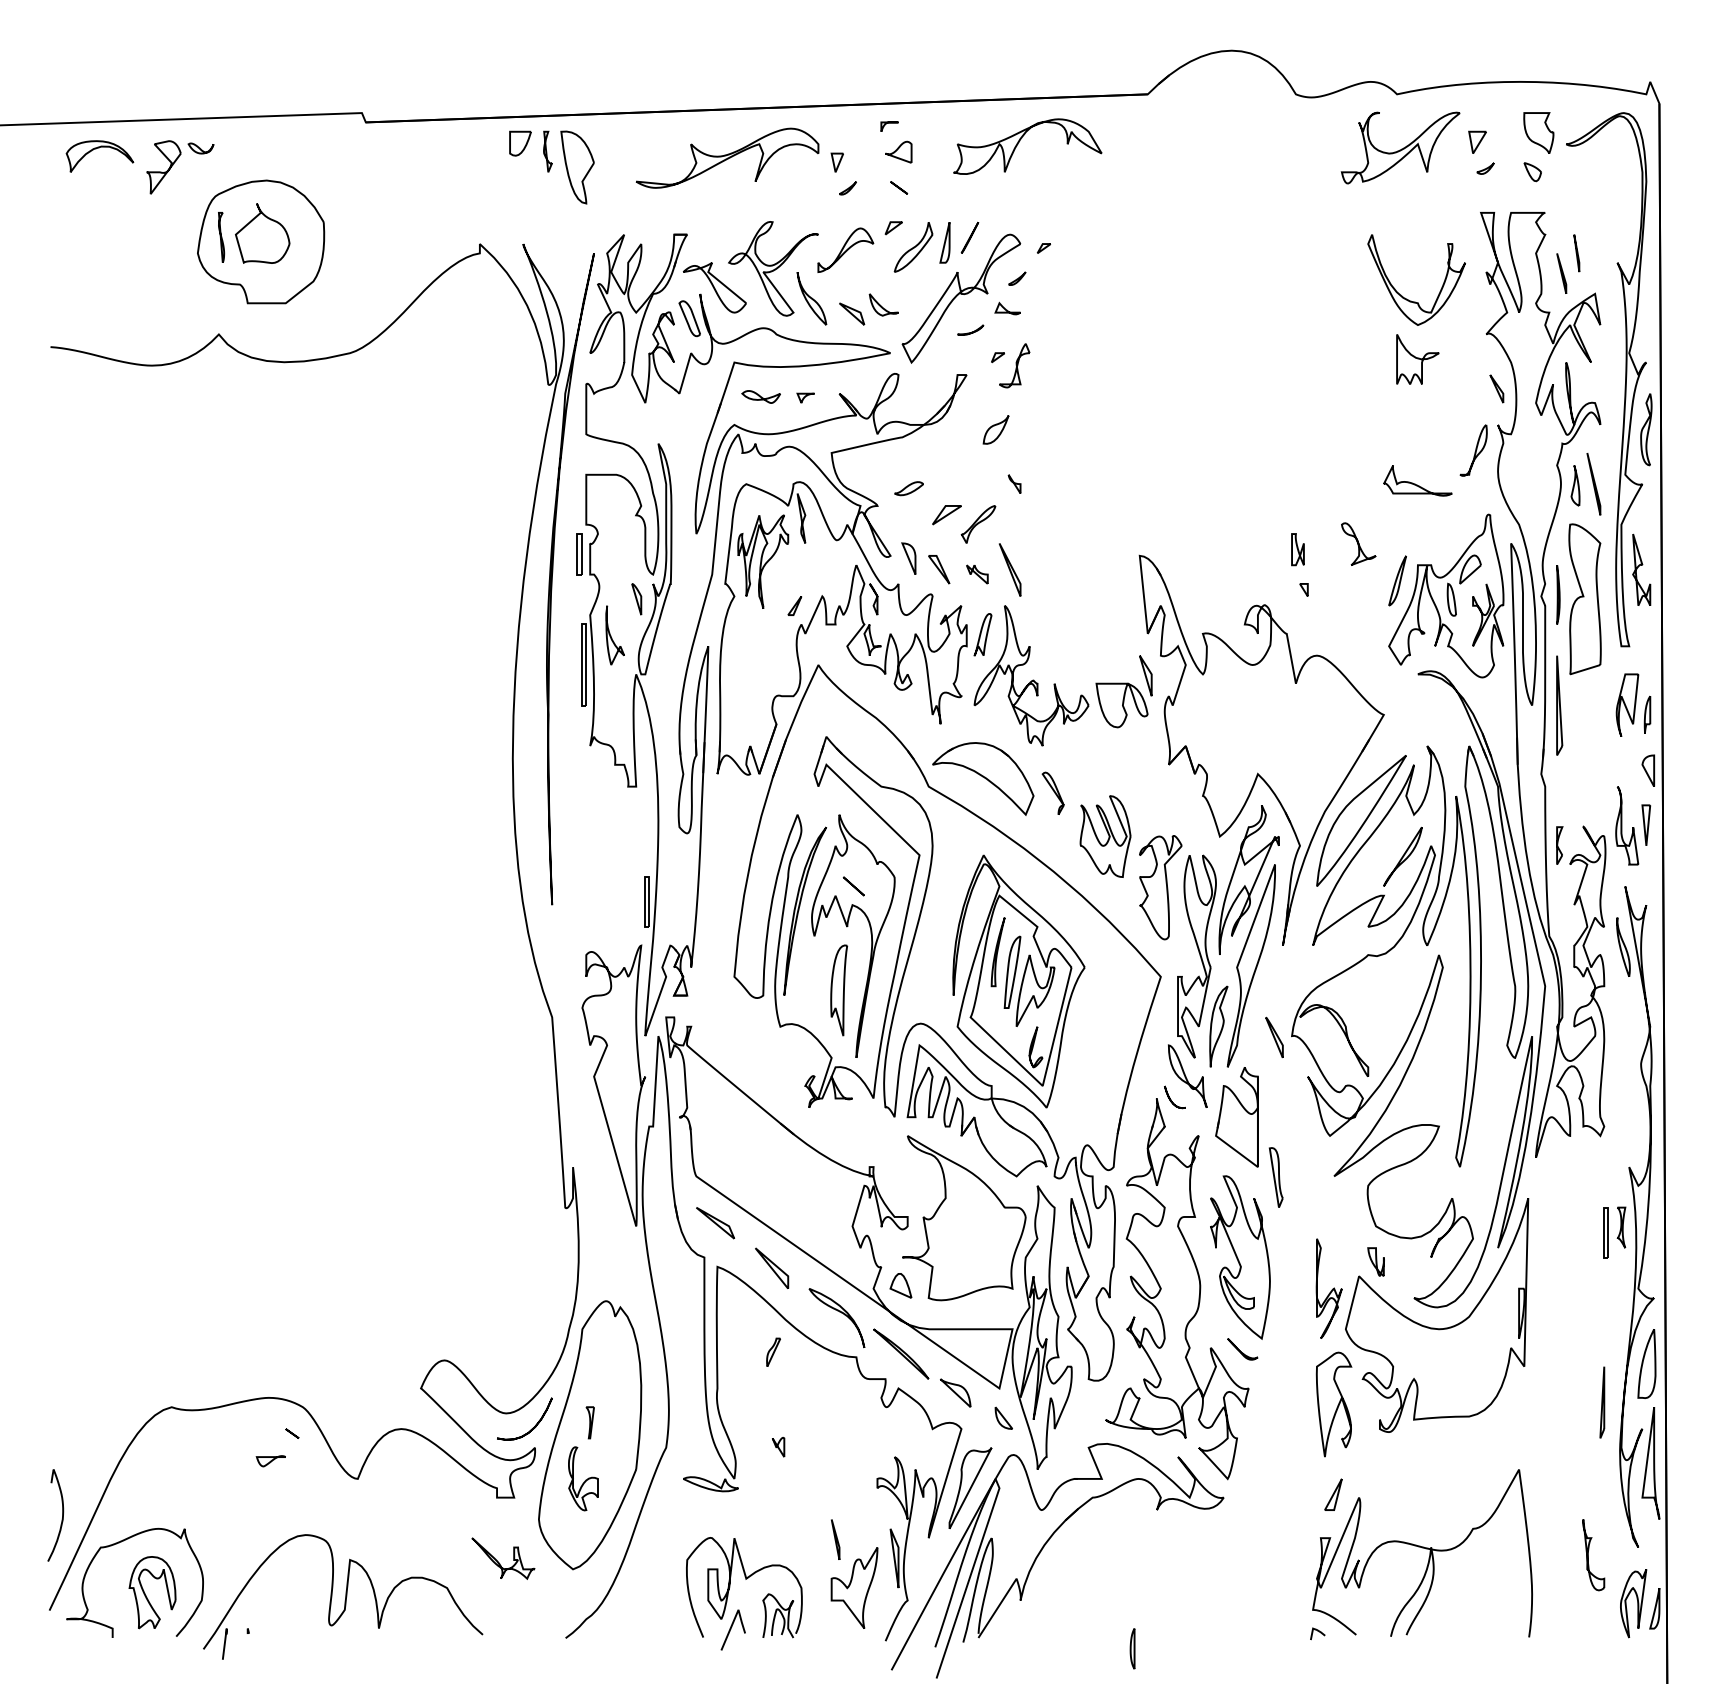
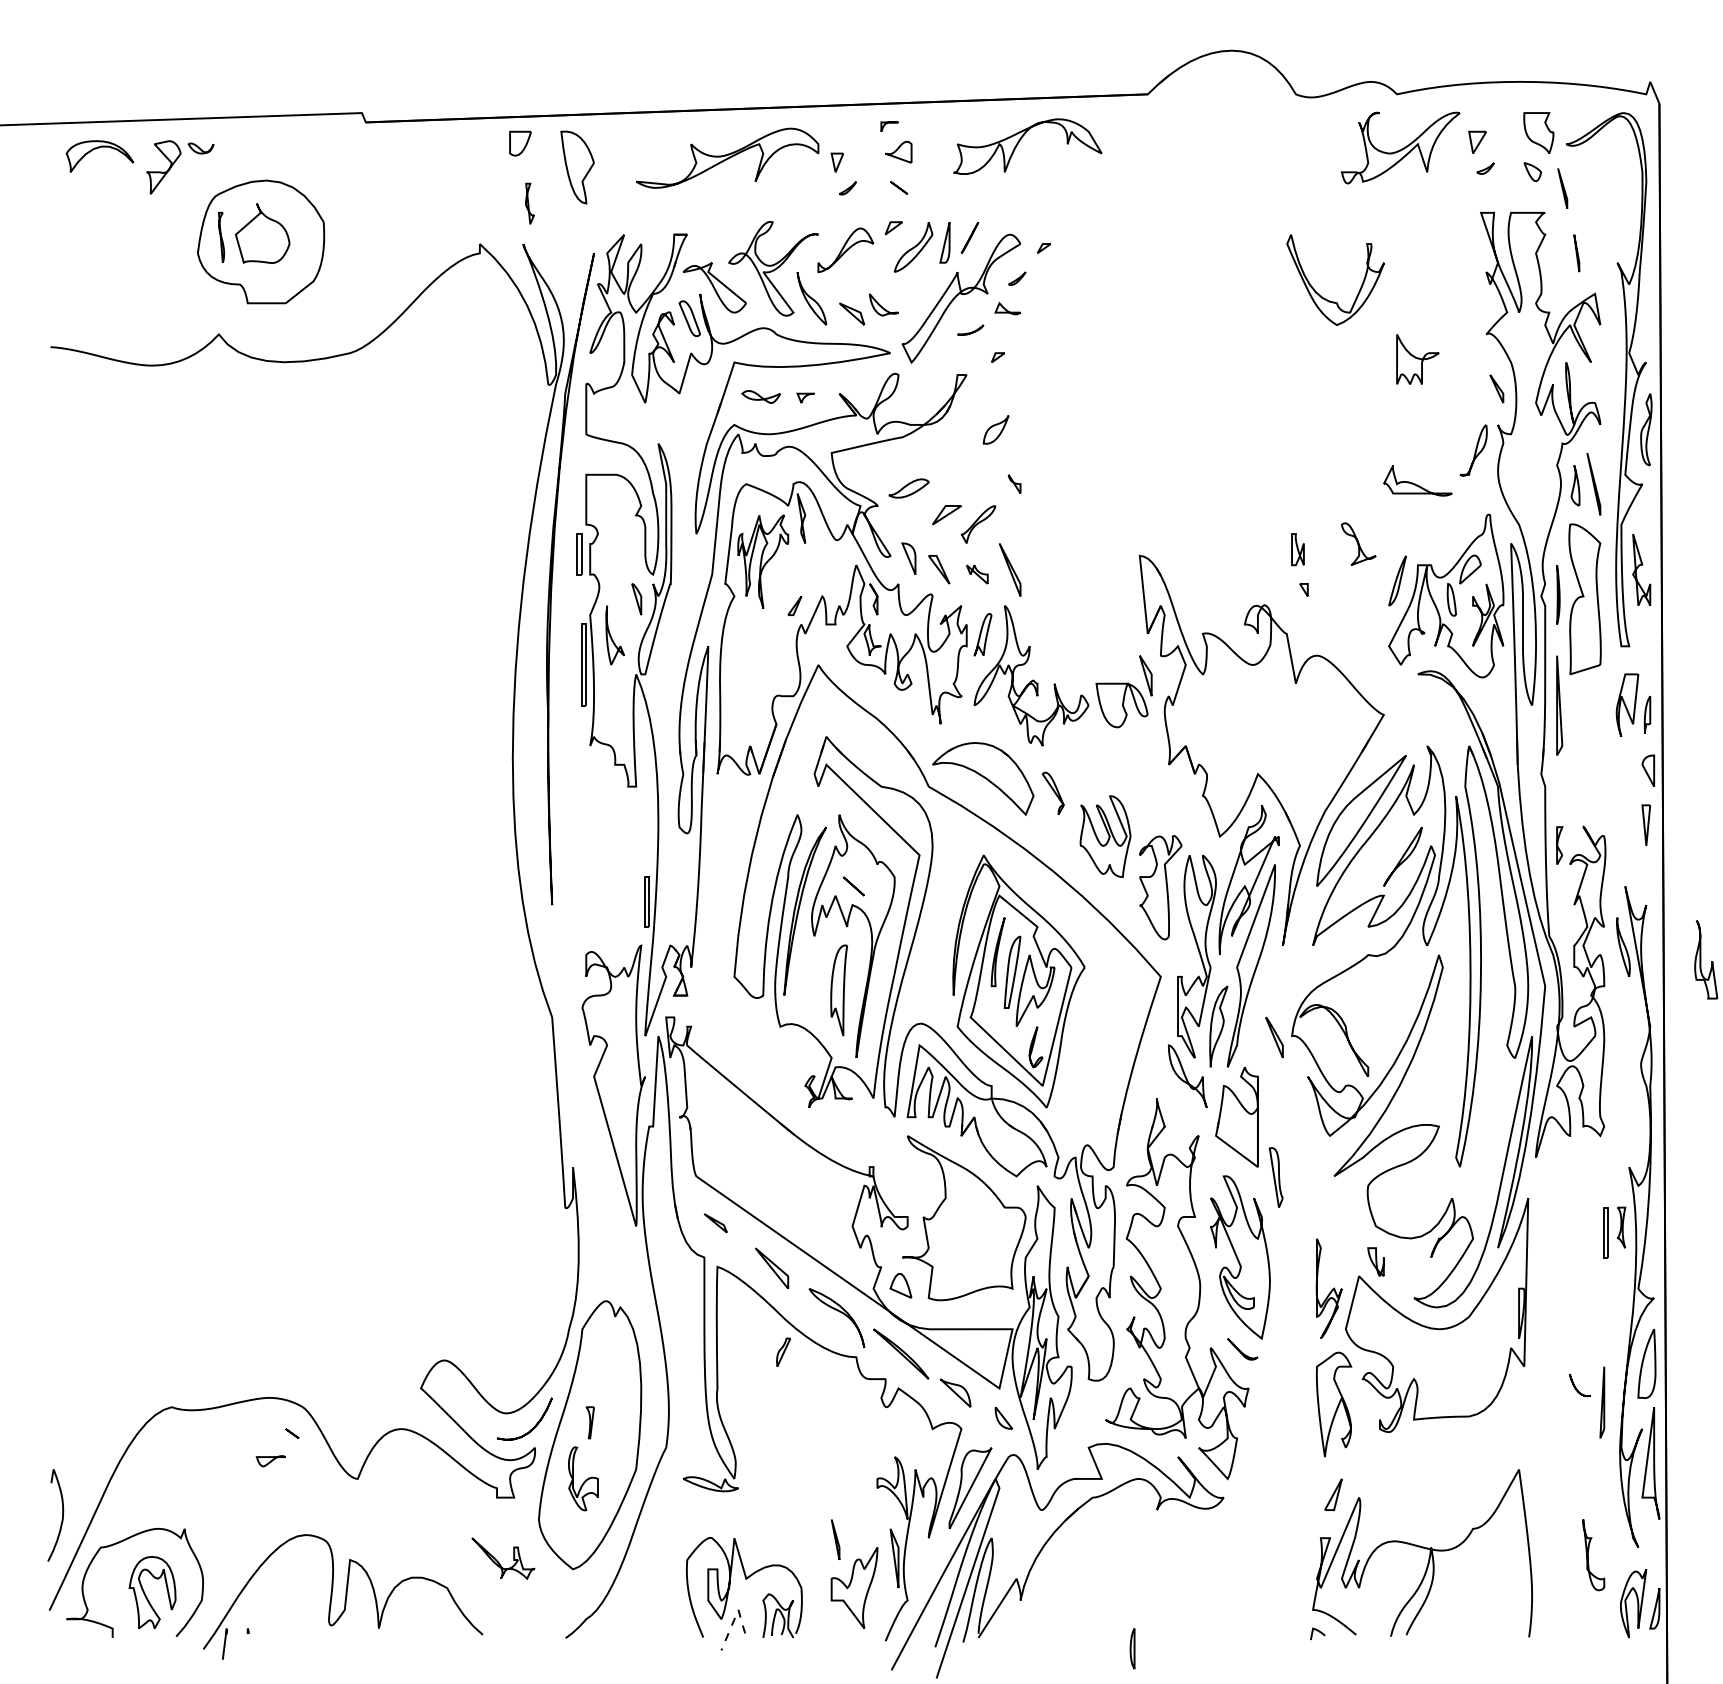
part at (547, 151) position: (547, 151) -> (529, 203)
part at (1561, 273) position: (1561, 273) -> (1562, 188)
part at (1405, 297) position: (1405, 297) -> (1324, 297)
part at (1014, 365): present -> none
part at (908, 488) size: 30x16 px -> 42x21 px
part at (1627, 825) position: (1627, 825) -> (1706, 959)
part at (1174, 1097) position: (1174, 1097) -> (1579, 1385)
part at (715, 1223) size: 40x33 px -> 25x21 px
part at (773, 1351) position: (773, 1351) -> (783, 1351)
part at (778, 1447): present -> none
line at (735, 1618): solid -> dashed
